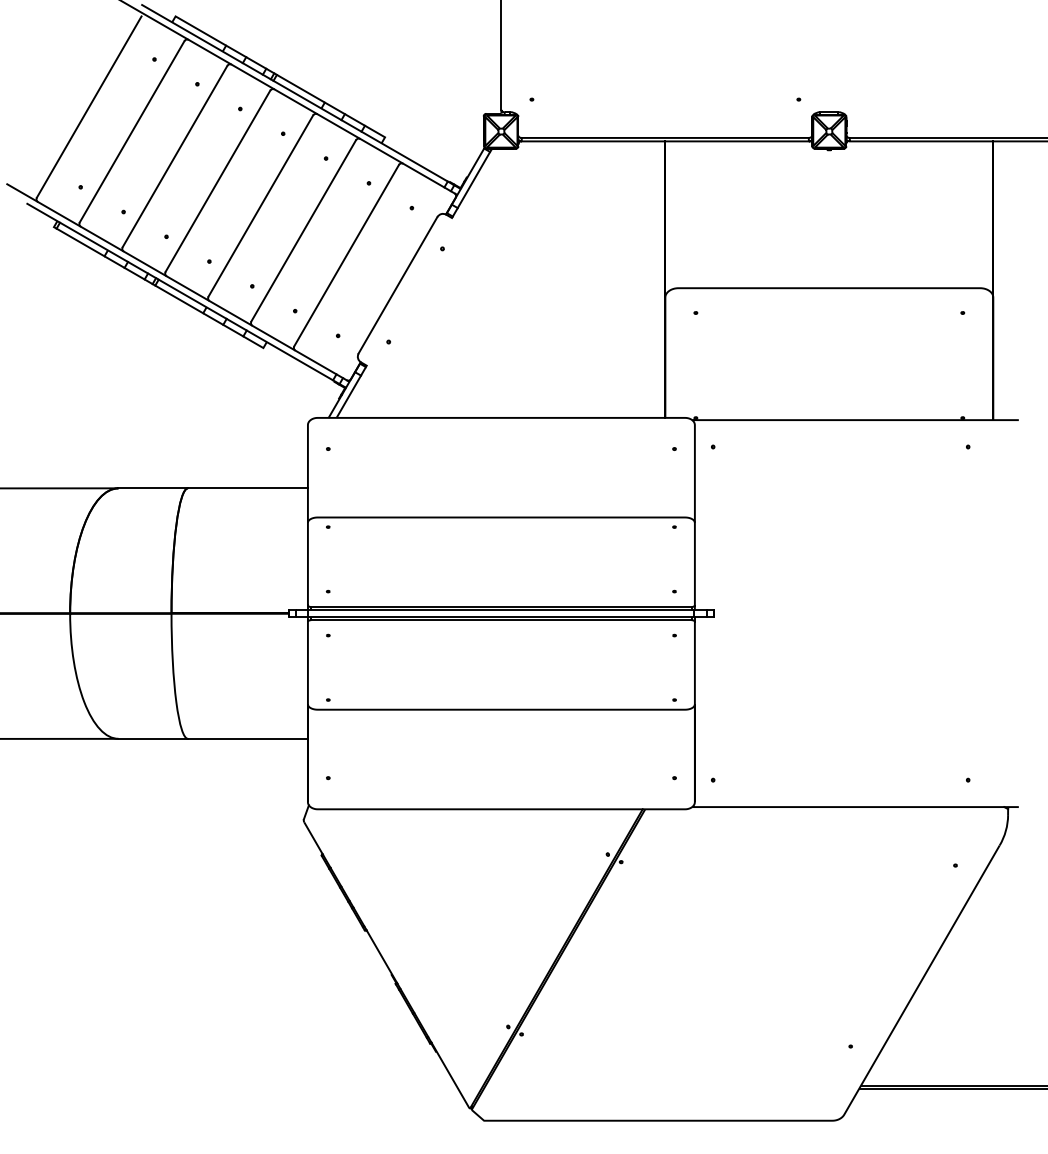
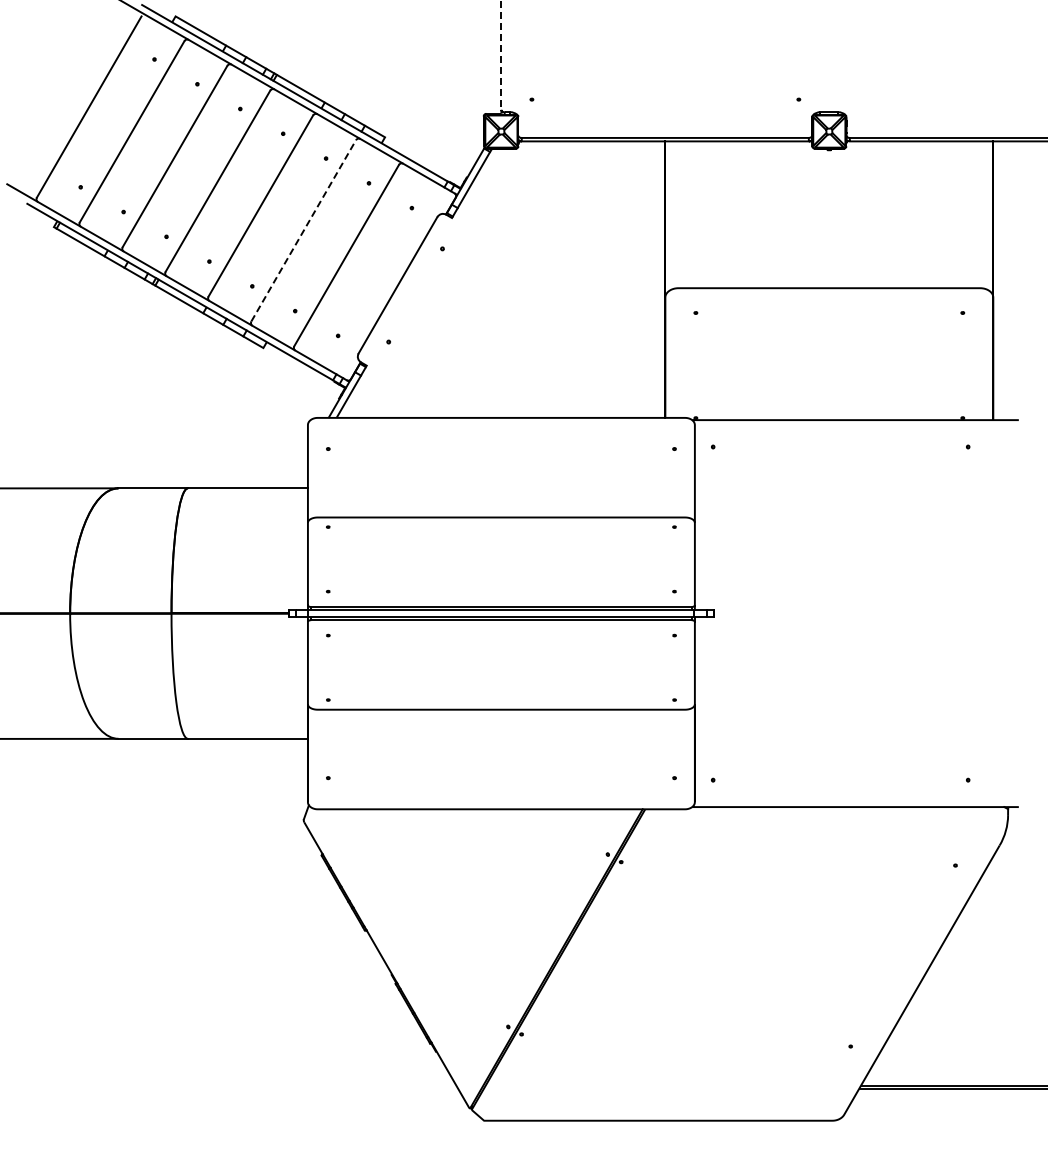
line at (501, 55): solid -> dashed
line at (303, 230): solid -> dashed
